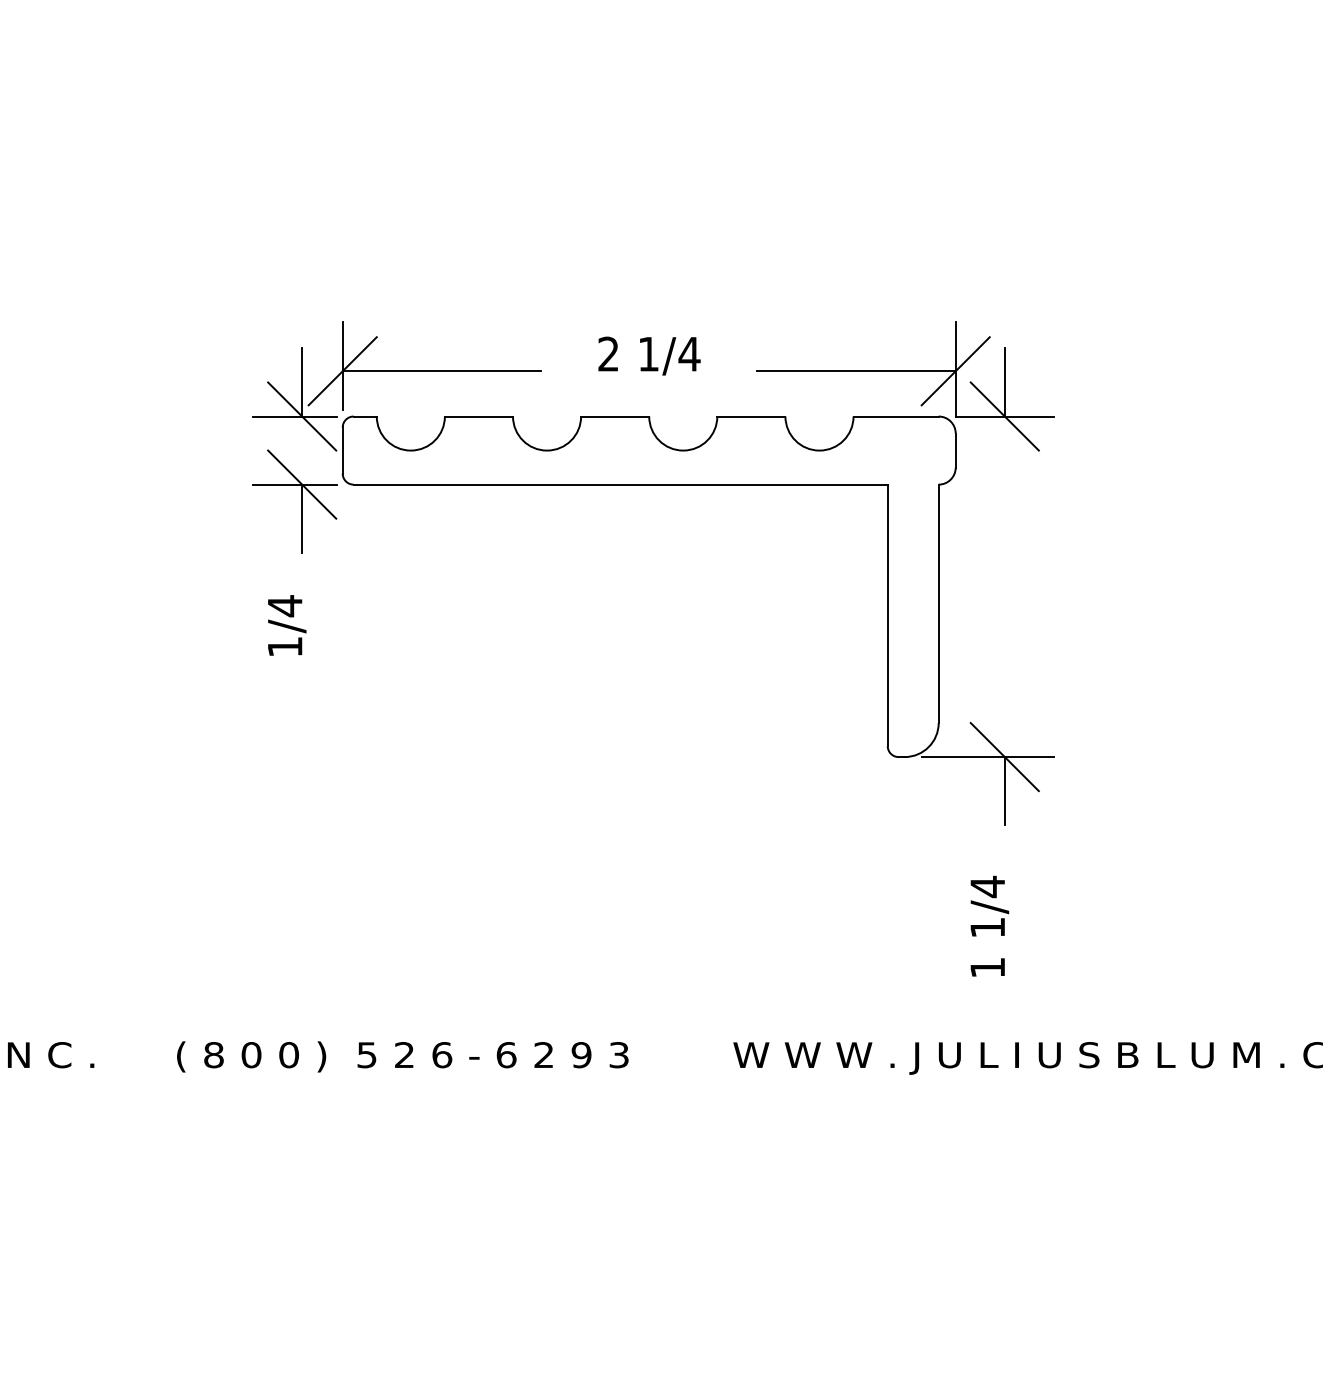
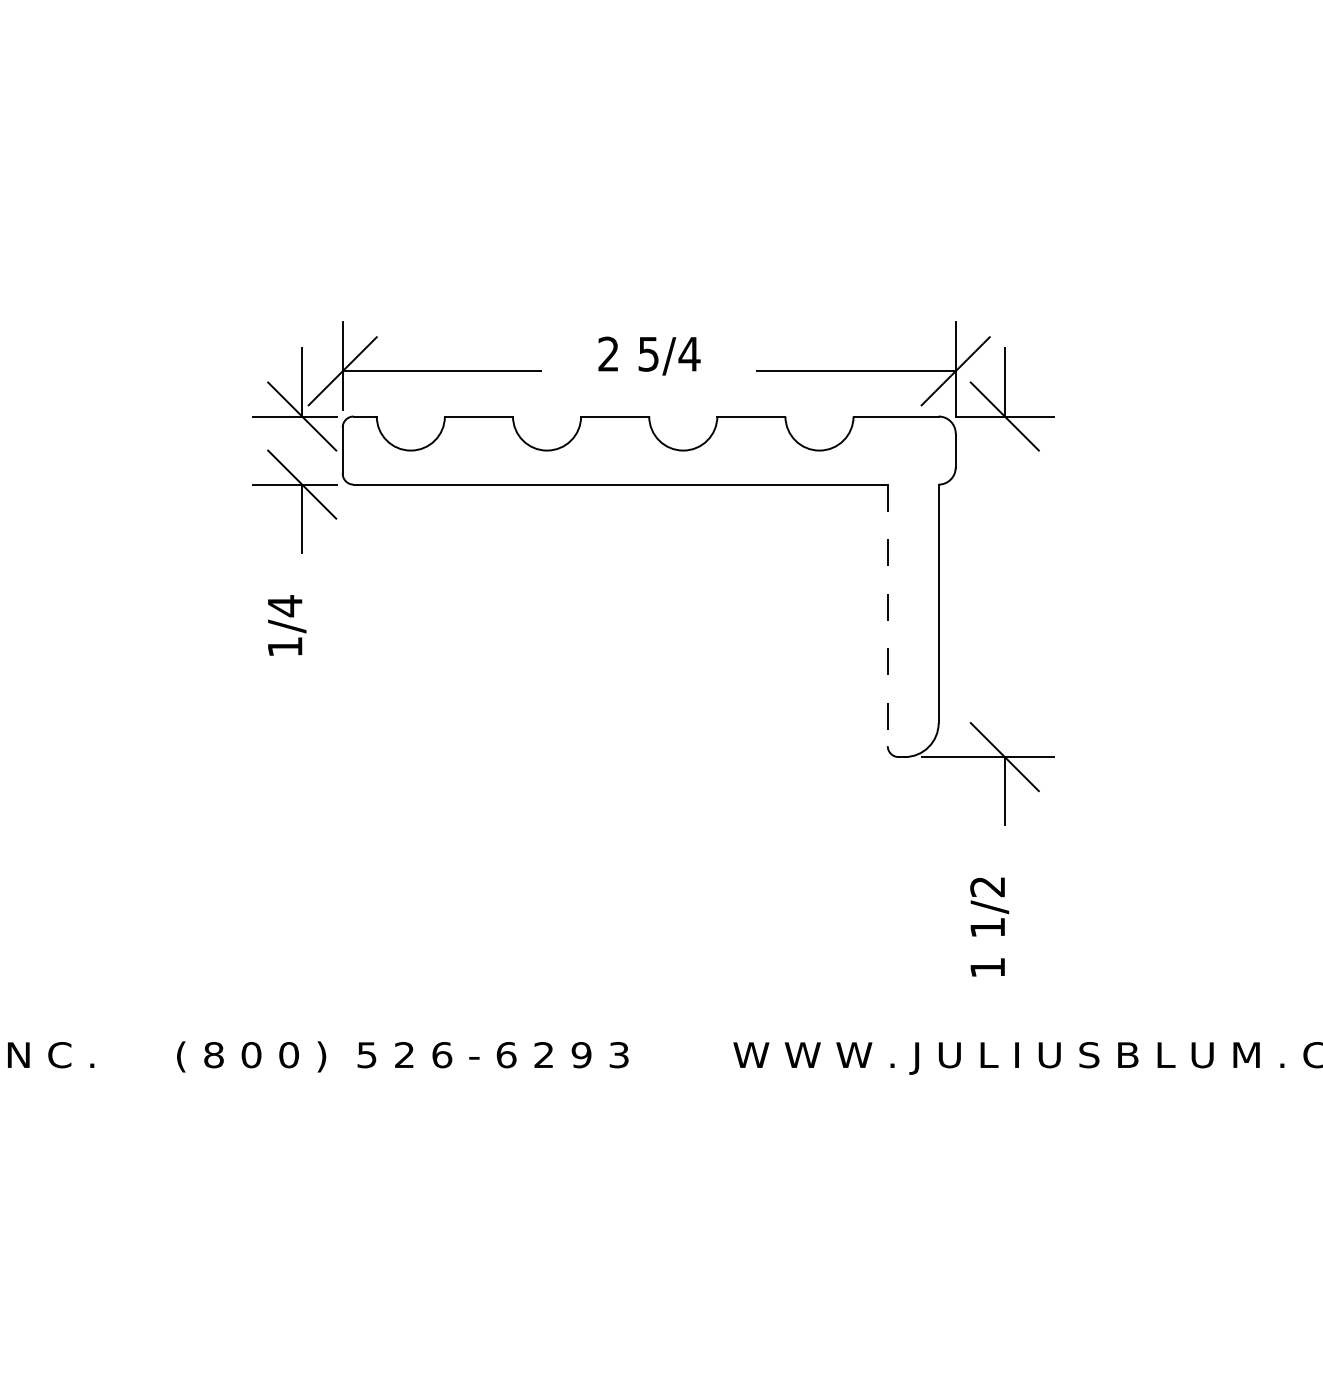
text at (648, 354): 1/4 -> 5/4
line at (887, 615): solid -> dashed
text at (987, 886): 1/4 -> 1/2
